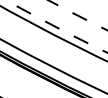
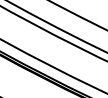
arc at (77, 15): dashed -> solid
arc at (56, 27): dashed -> solid
